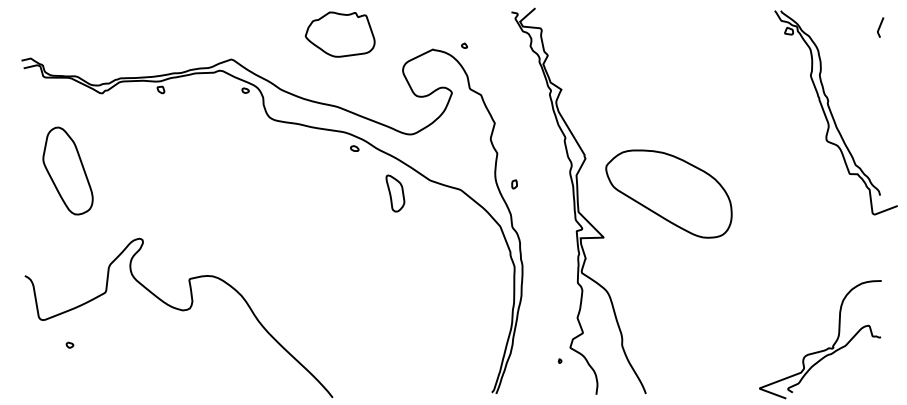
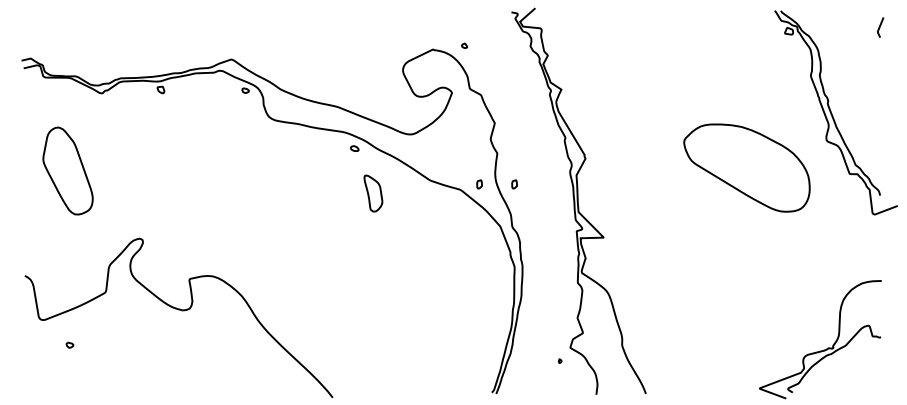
part at (339, 34): present -> none
part at (479, 184): none -> present
part at (395, 193) position: (395, 193) -> (373, 193)
part at (668, 193) position: (668, 193) -> (746, 167)
